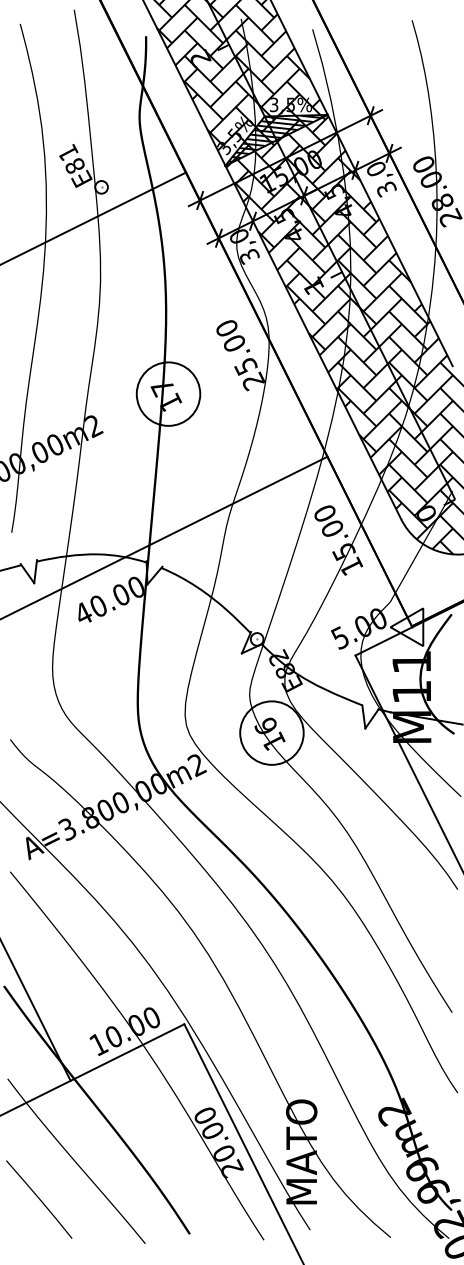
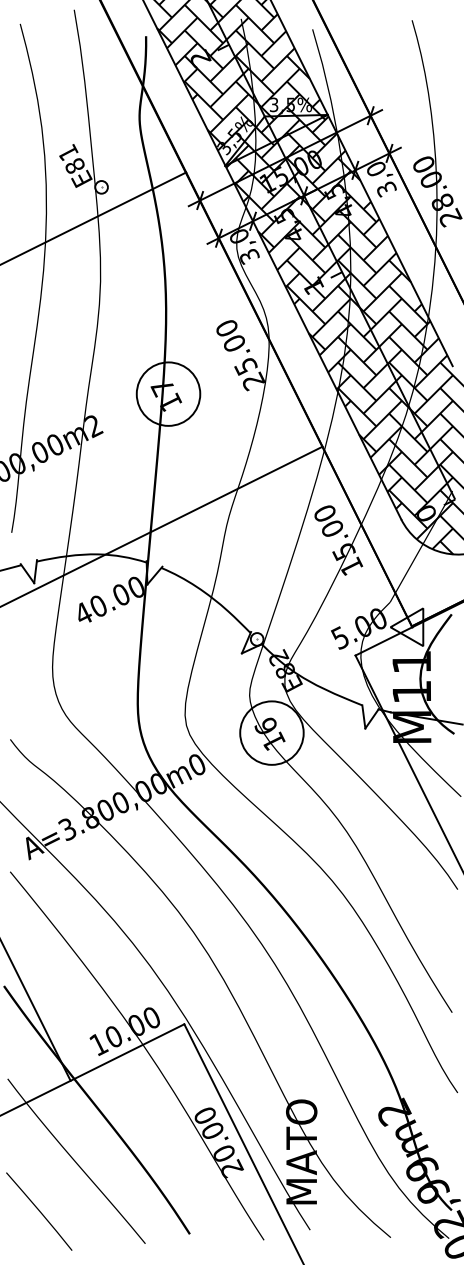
hatch at (272, 140): present -> none
line at (164, 537) position: (164, 537) -> (162, 525)
text at (196, 765): A=3.800,00m2 -> A=3.800,00m0
line at (39, 1199) position: (39, 1199) -> (39, 1211)
